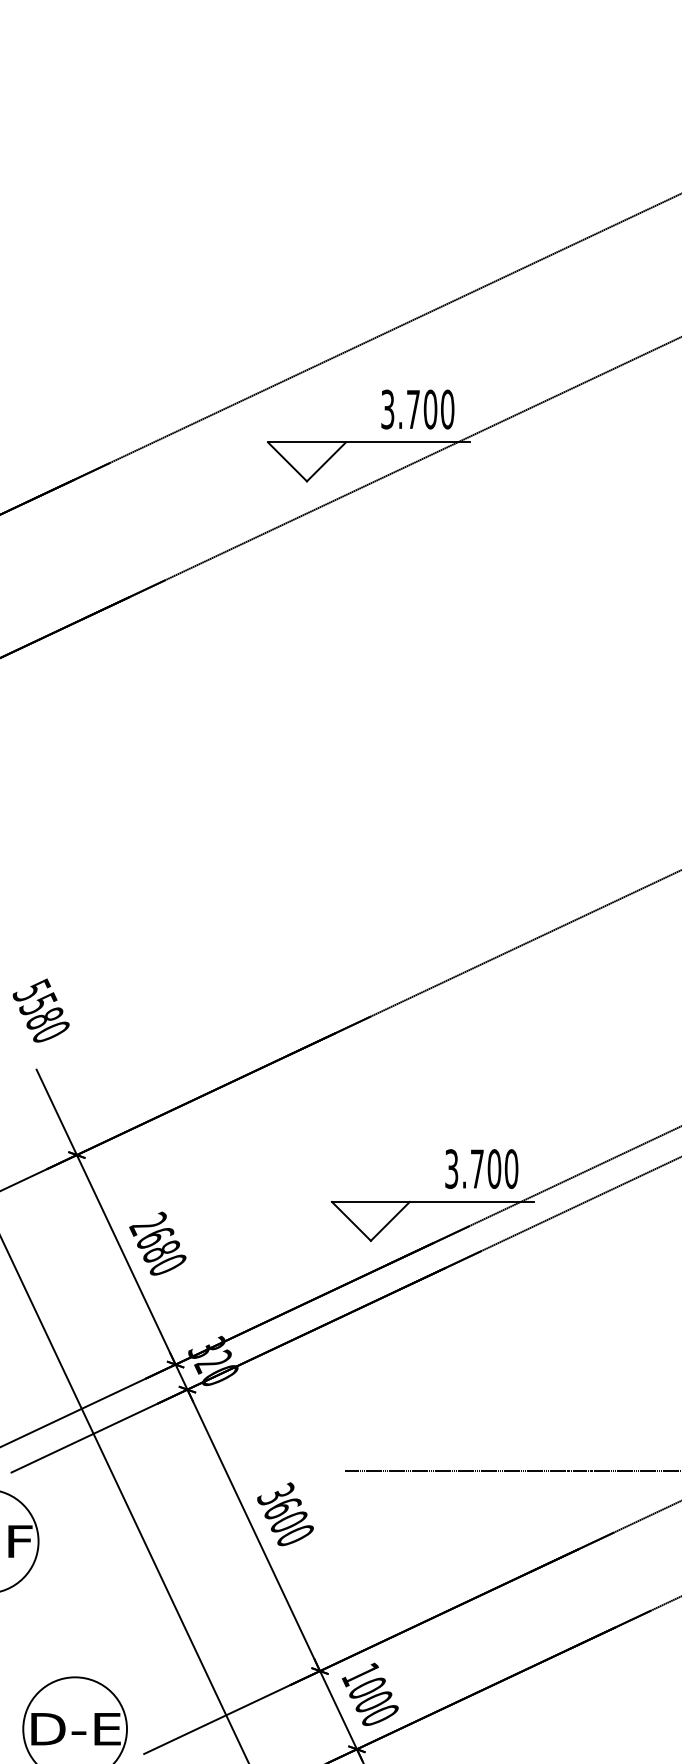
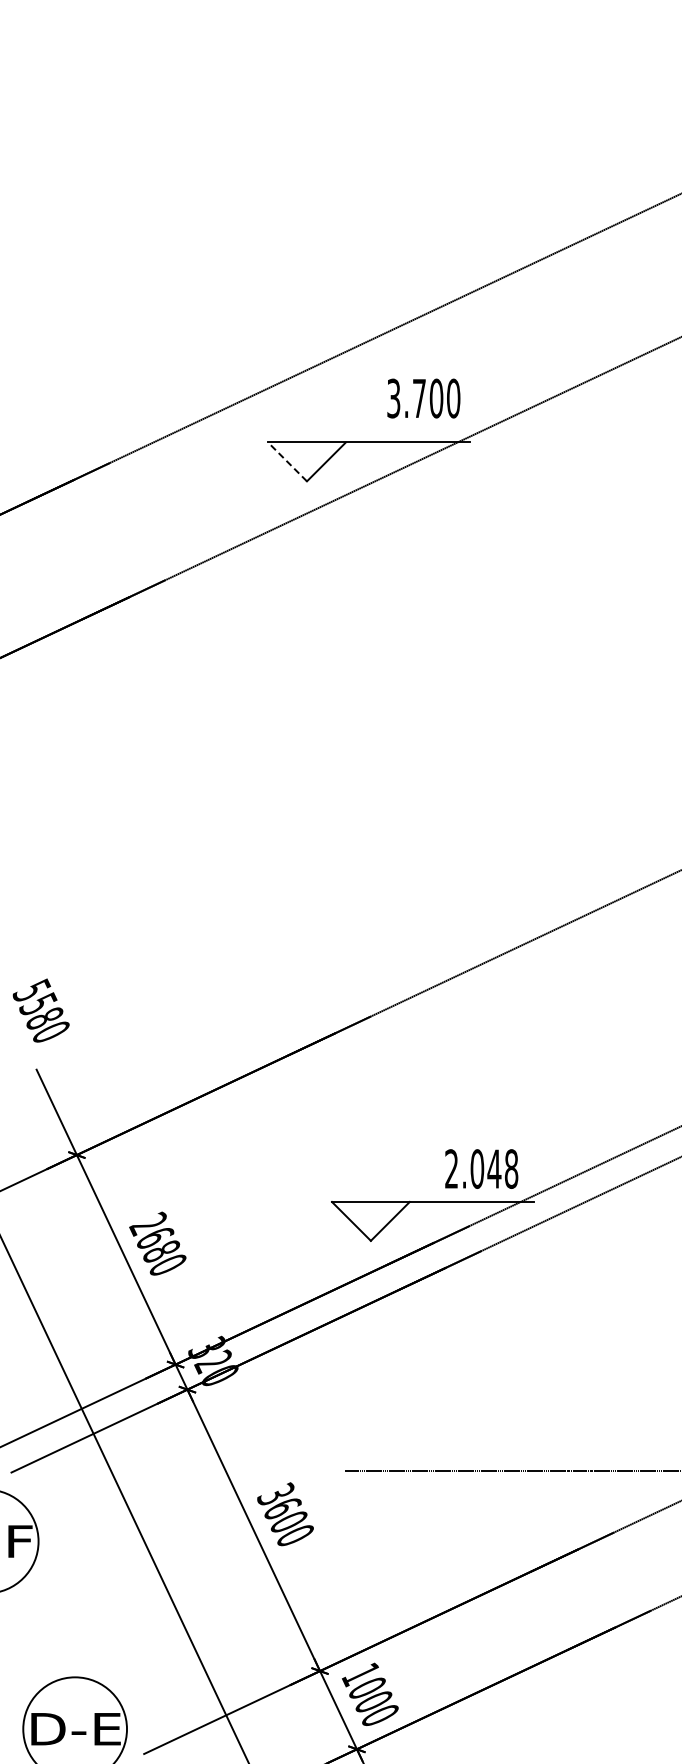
text at (417, 409) position: (417, 409) -> (423, 398)
line at (287, 461): solid -> dashed
text at (481, 1168): 3.700 -> 2.048
